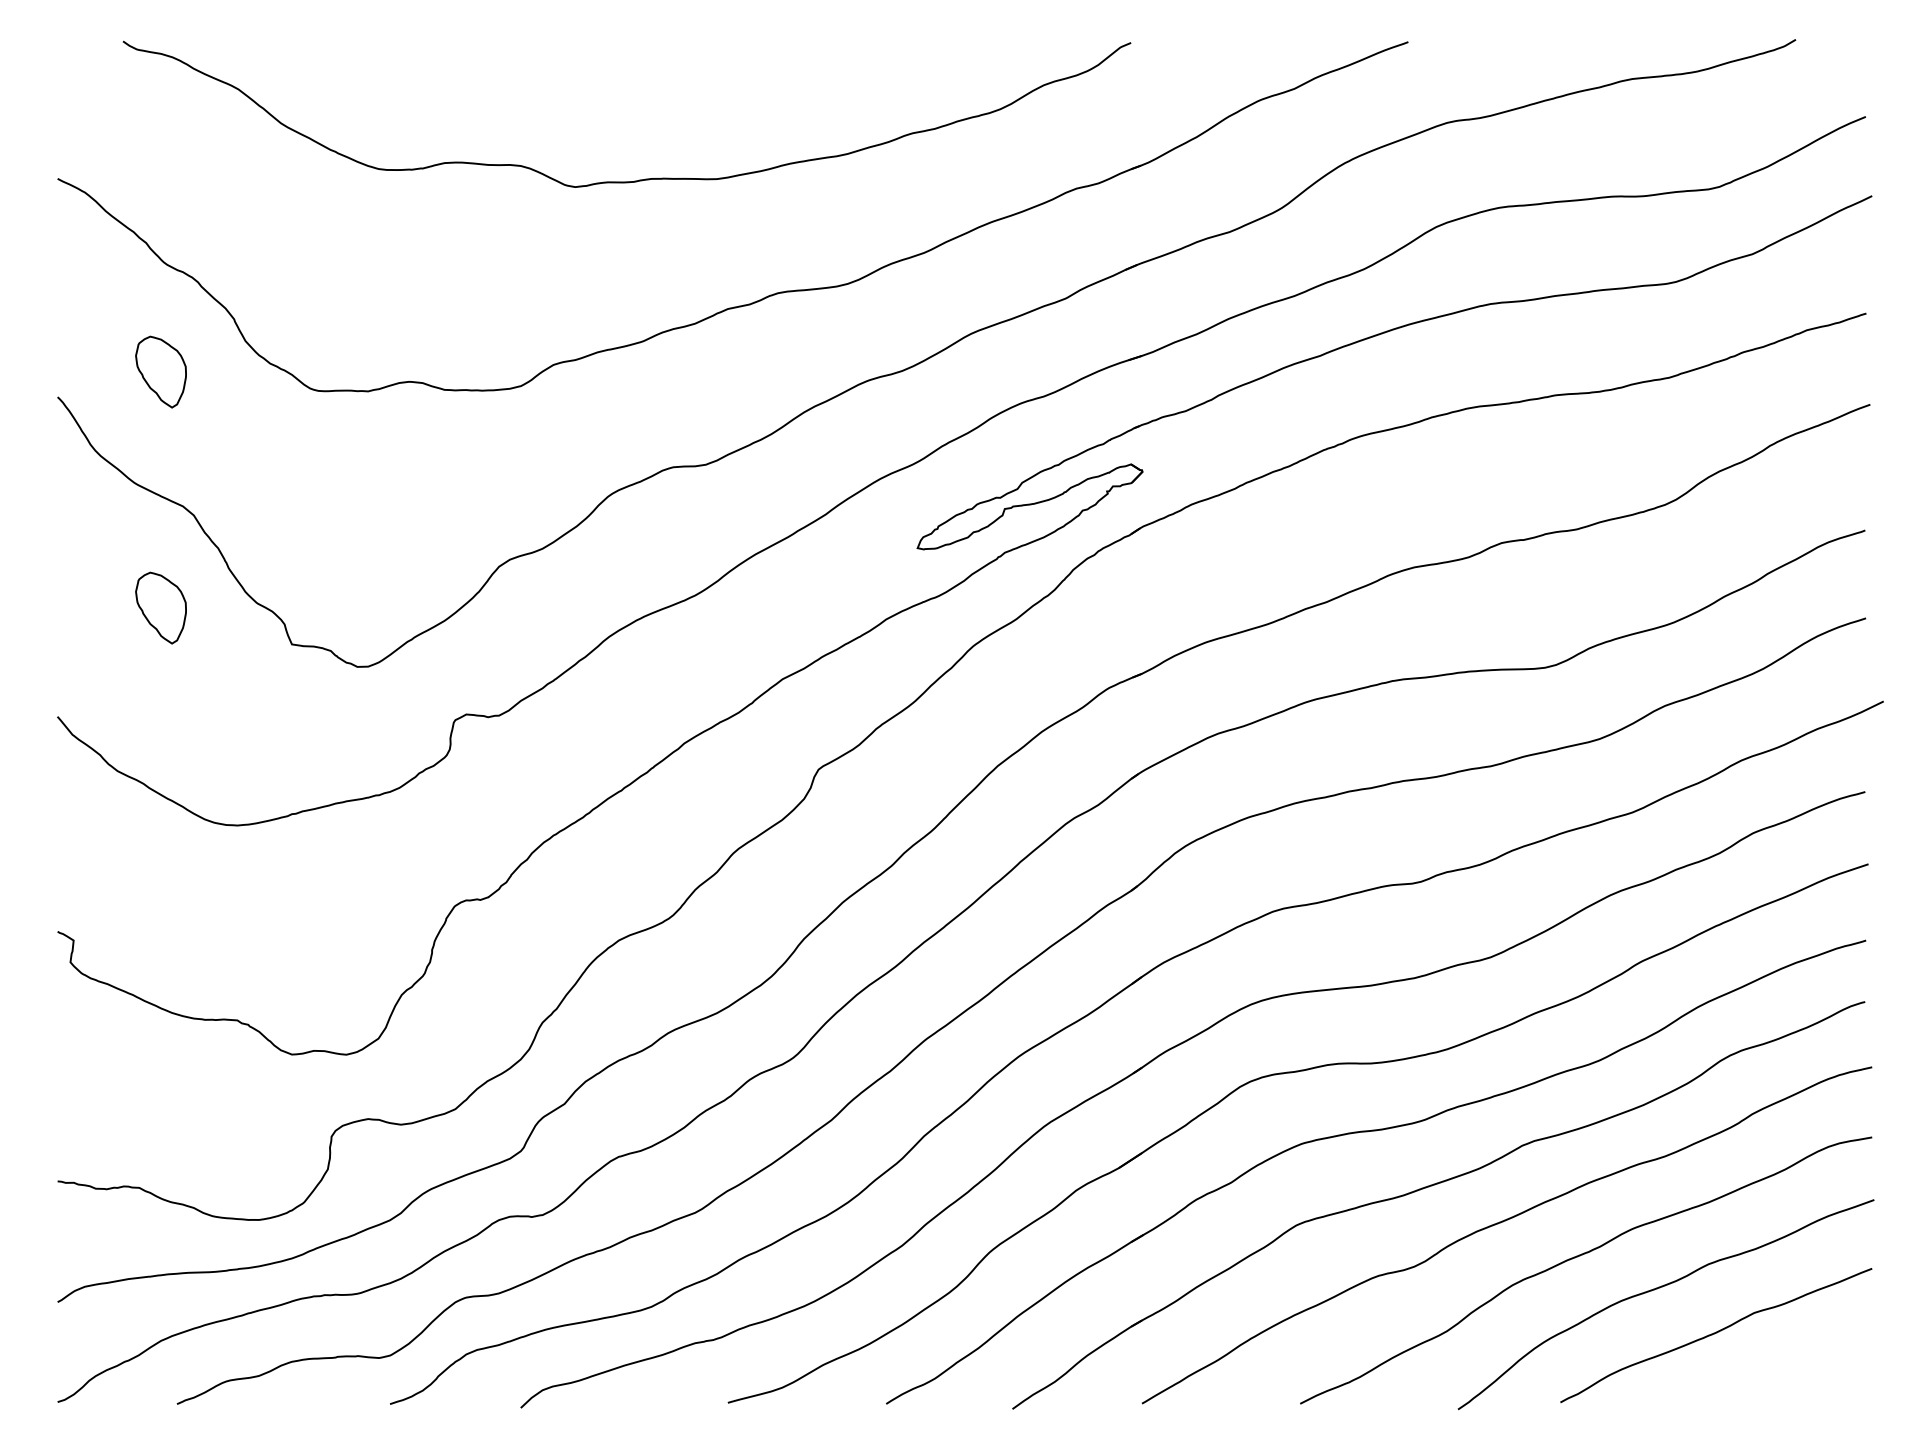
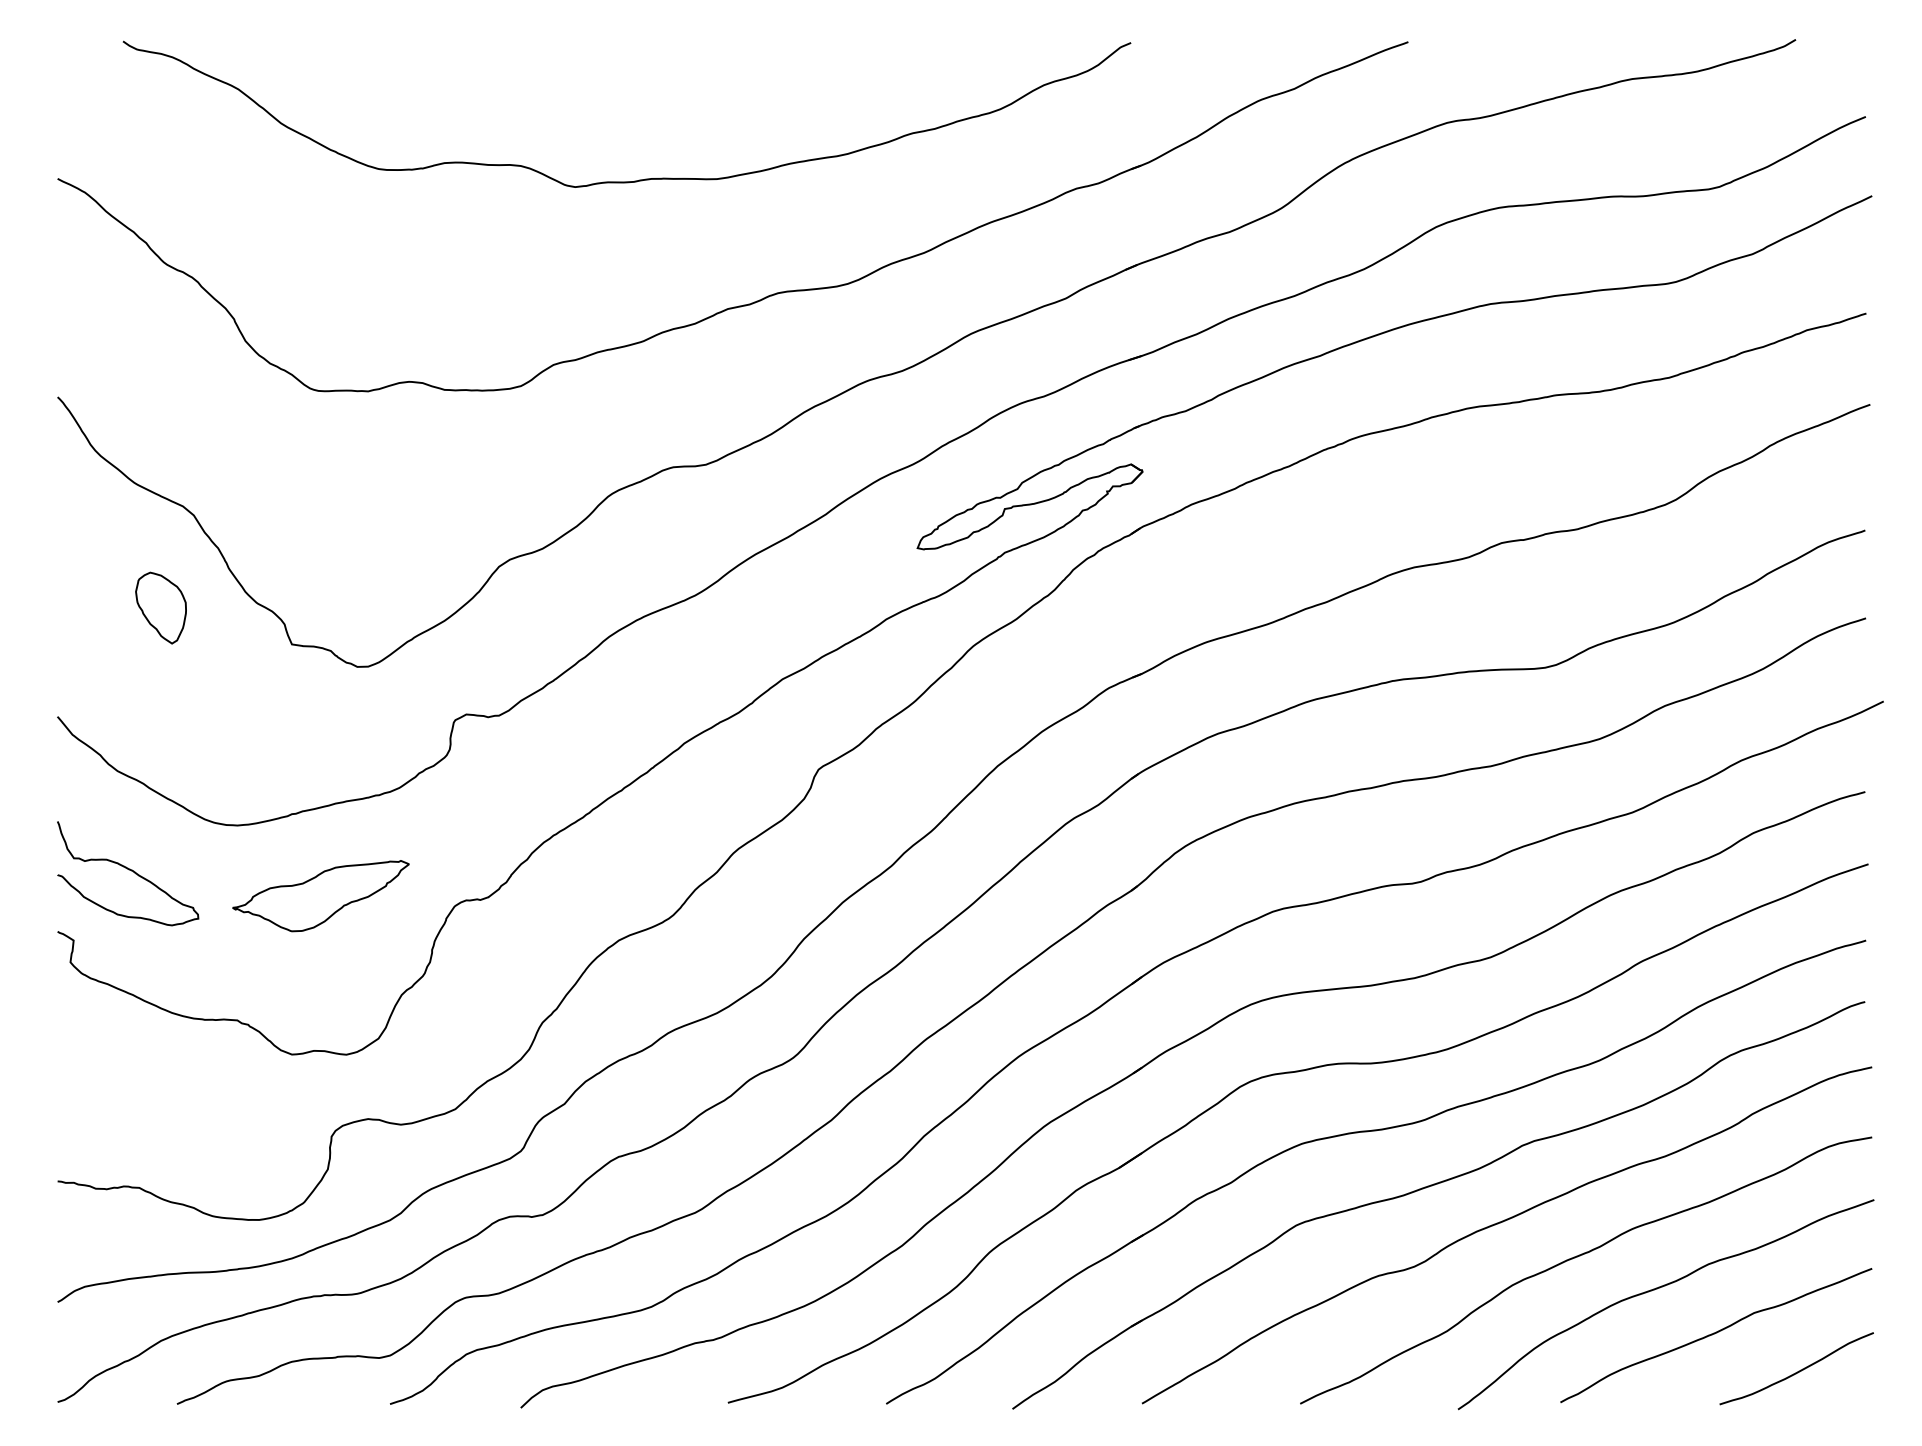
part at (160, 371): present -> none
curve at (129, 870): none -> present
part at (320, 896): none -> present
curve at (1797, 1371): none -> present
